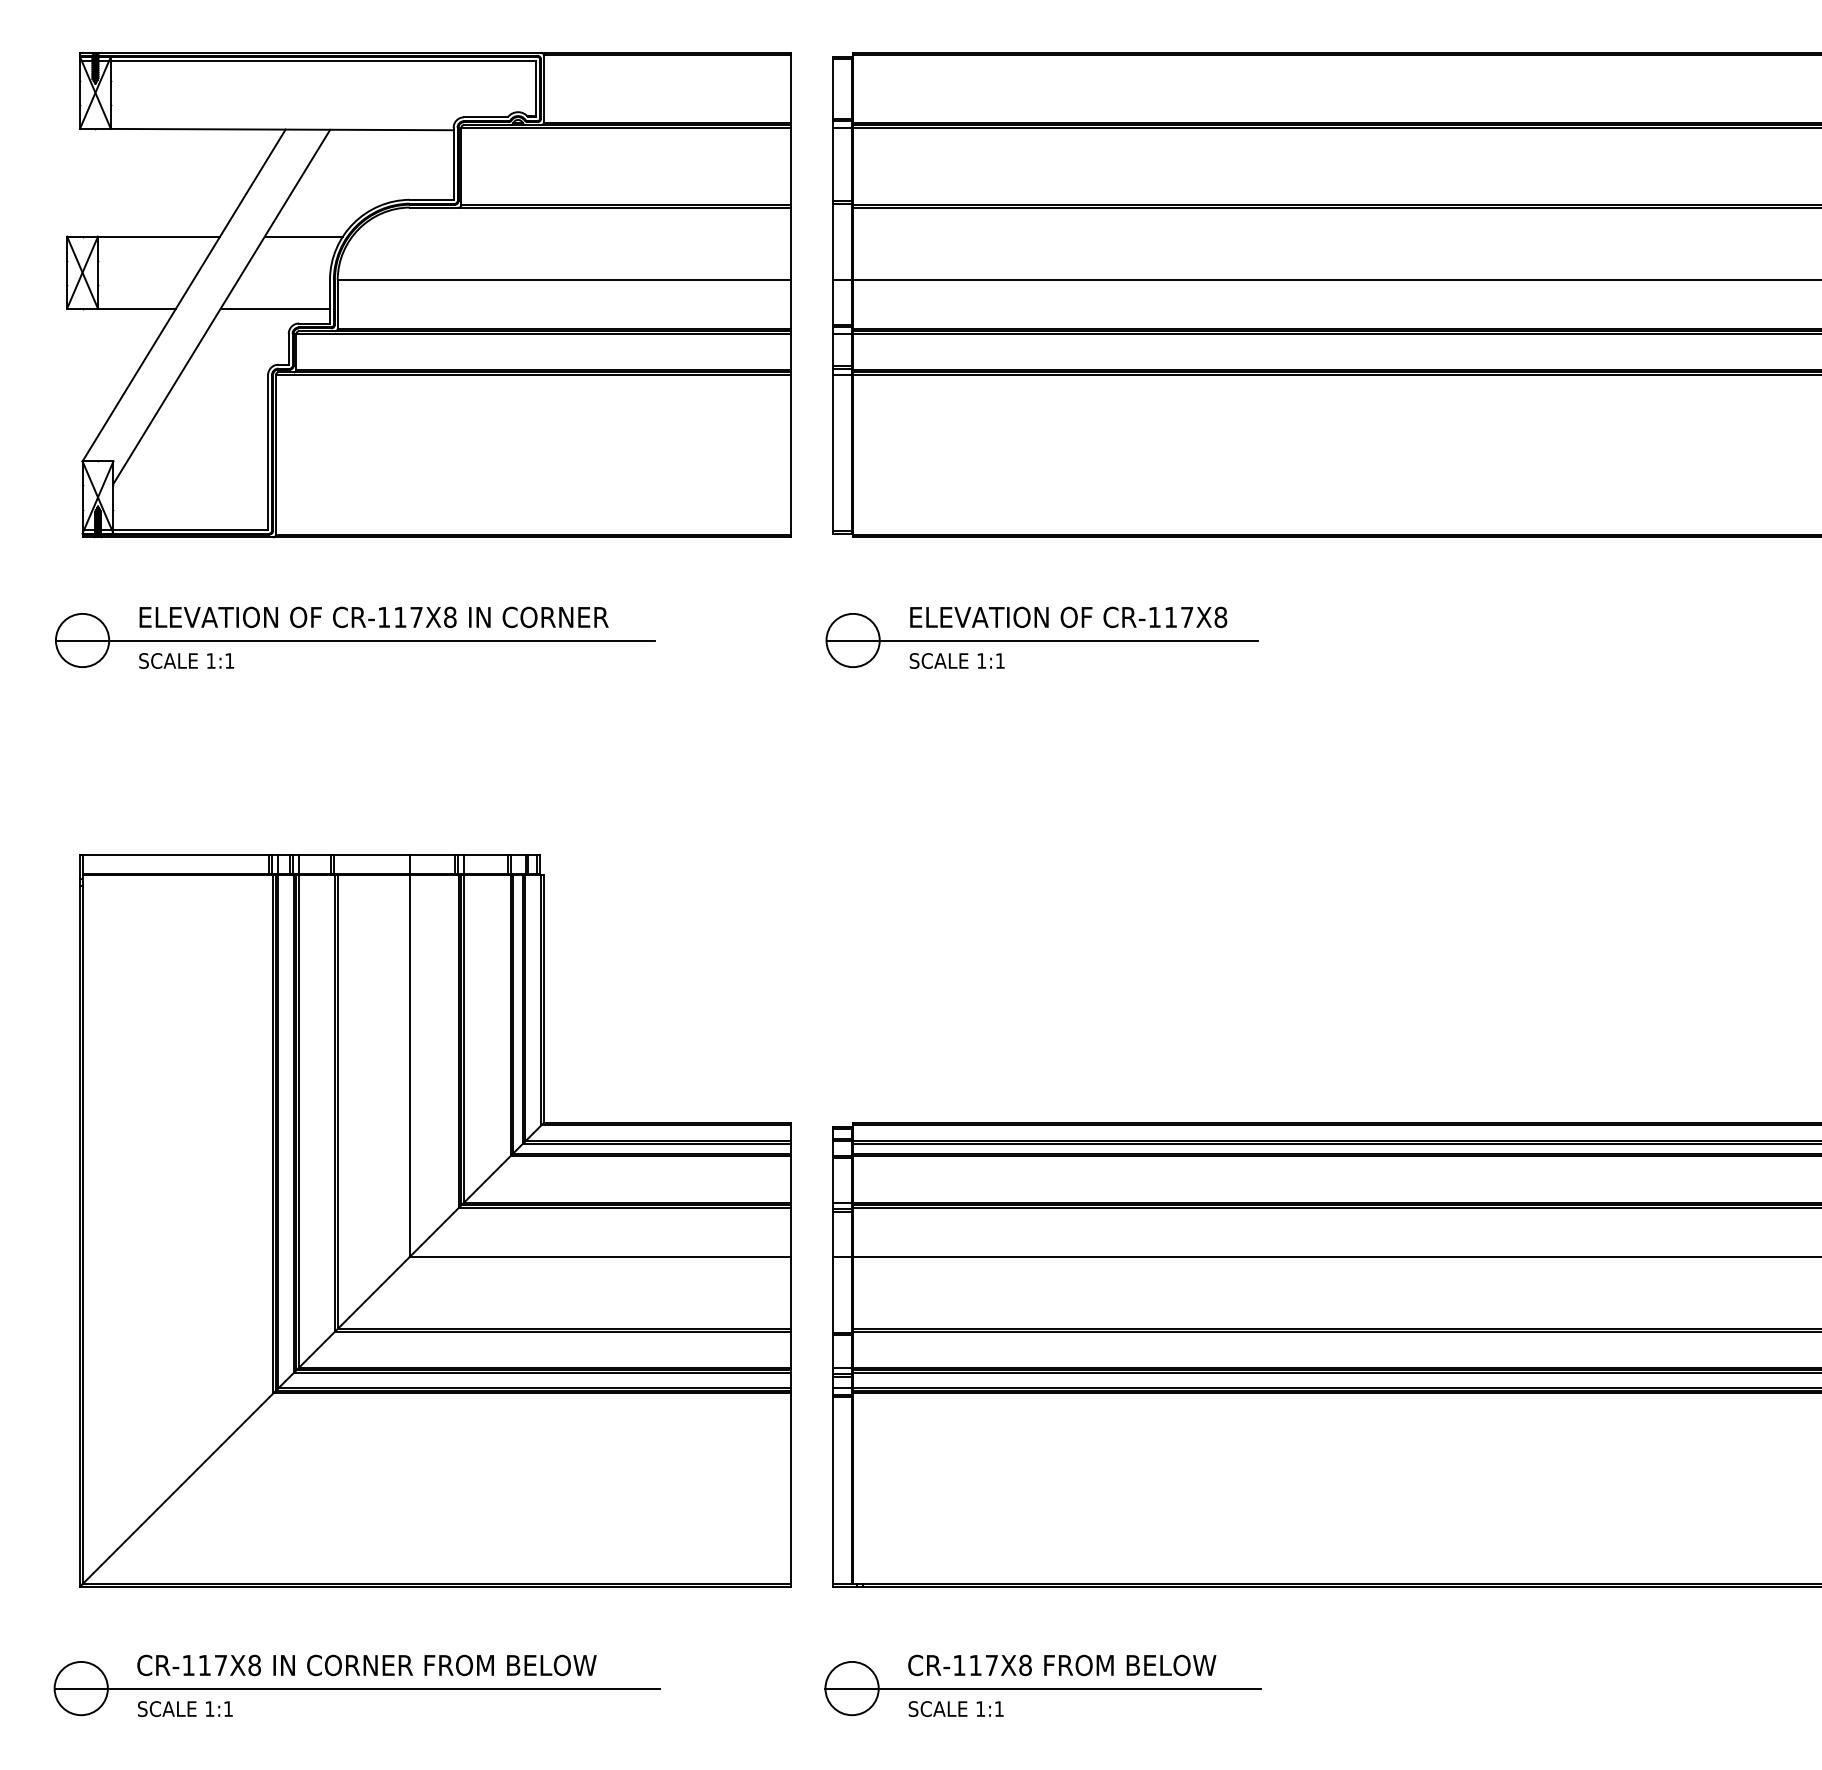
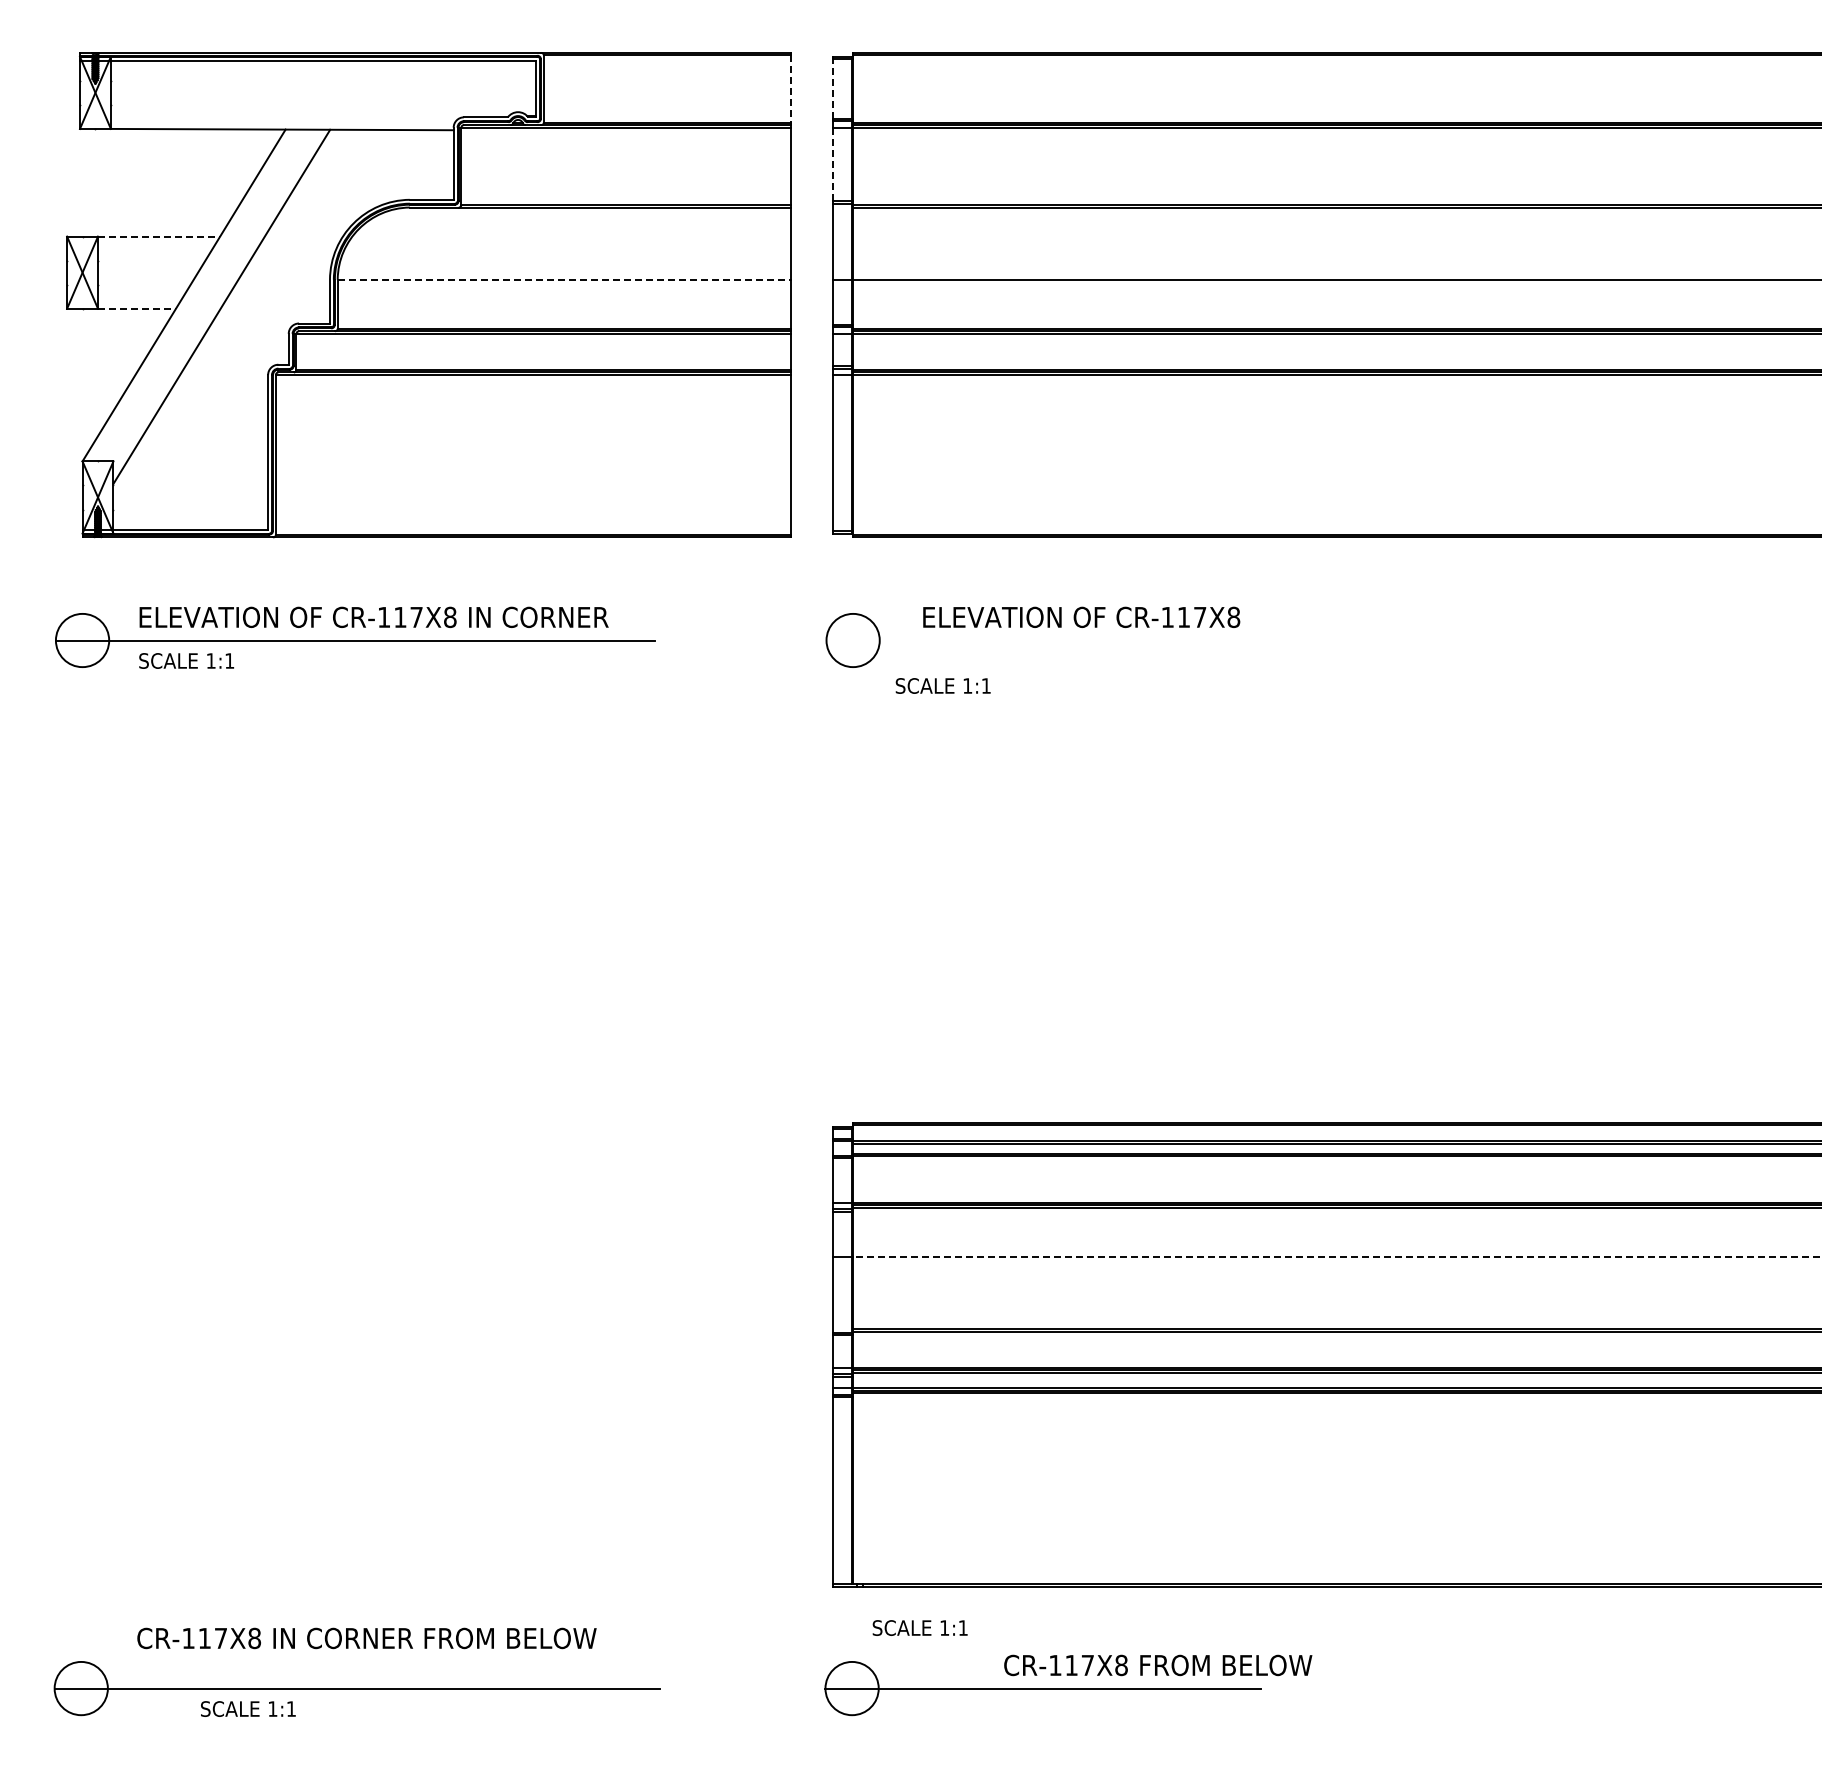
line at (791, 89): solid -> dashed
line at (832, 89): solid -> dashed
line at (832, 164): solid -> dashed
line at (159, 236): solid -> dashed
line at (303, 236): present -> none
line at (564, 279): solid -> dashed
line at (137, 308): solid -> dashed
line at (274, 308): present -> none
text at (1068, 616) position: (1068, 616) -> (1081, 616)
line at (1041, 640): present -> none
text at (956, 660) position: (956, 660) -> (942, 685)
part at (434, 1220): present -> none
line at (1336, 1256): solid -> dashed
text at (366, 1665) position: (366, 1665) -> (366, 1638)
text at (1062, 1665) position: (1062, 1665) -> (1158, 1665)
text at (185, 1708) position: (185, 1708) -> (248, 1708)
text at (955, 1708) position: (955, 1708) -> (919, 1627)
